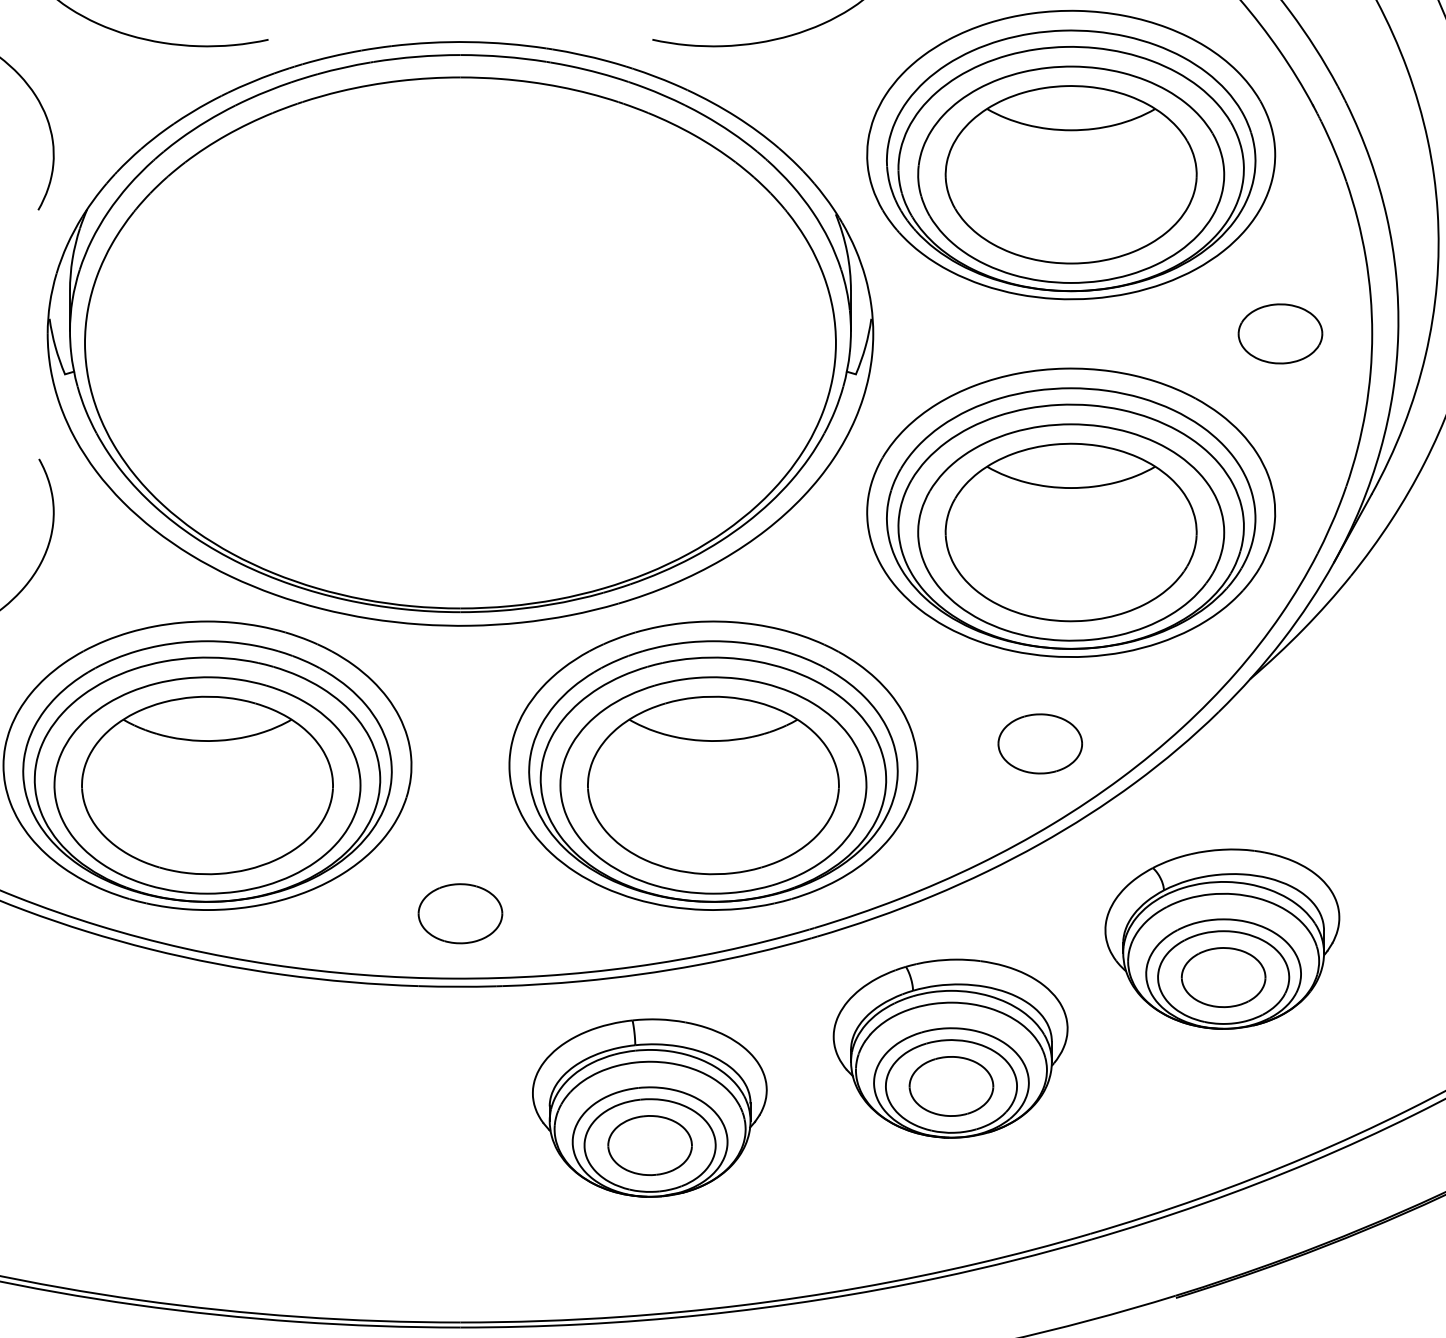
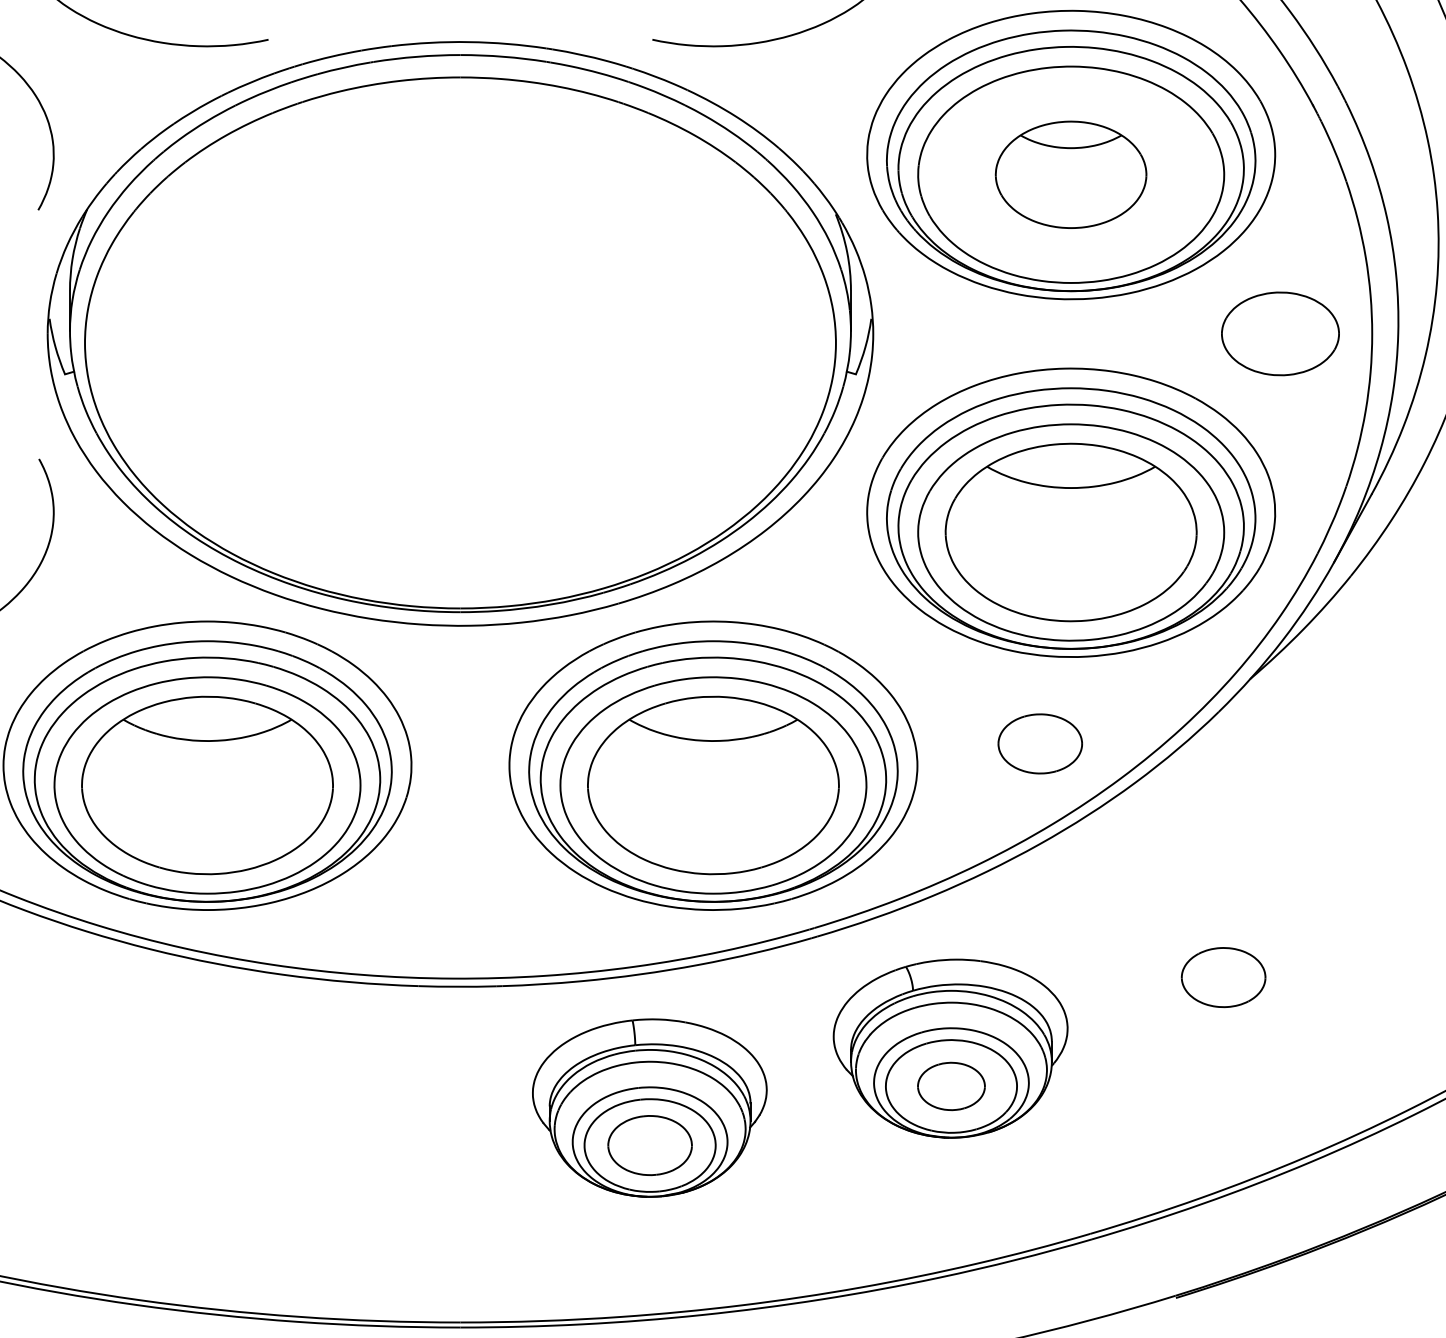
part at (1070, 174) size: 254x180 px -> 154x109 px
part at (1280, 333) size: 87x62 px -> 119x86 px
part at (460, 913): present -> none
part at (1222, 938): present -> none
part at (951, 1086) size: 87x61 px -> 69x51 px
